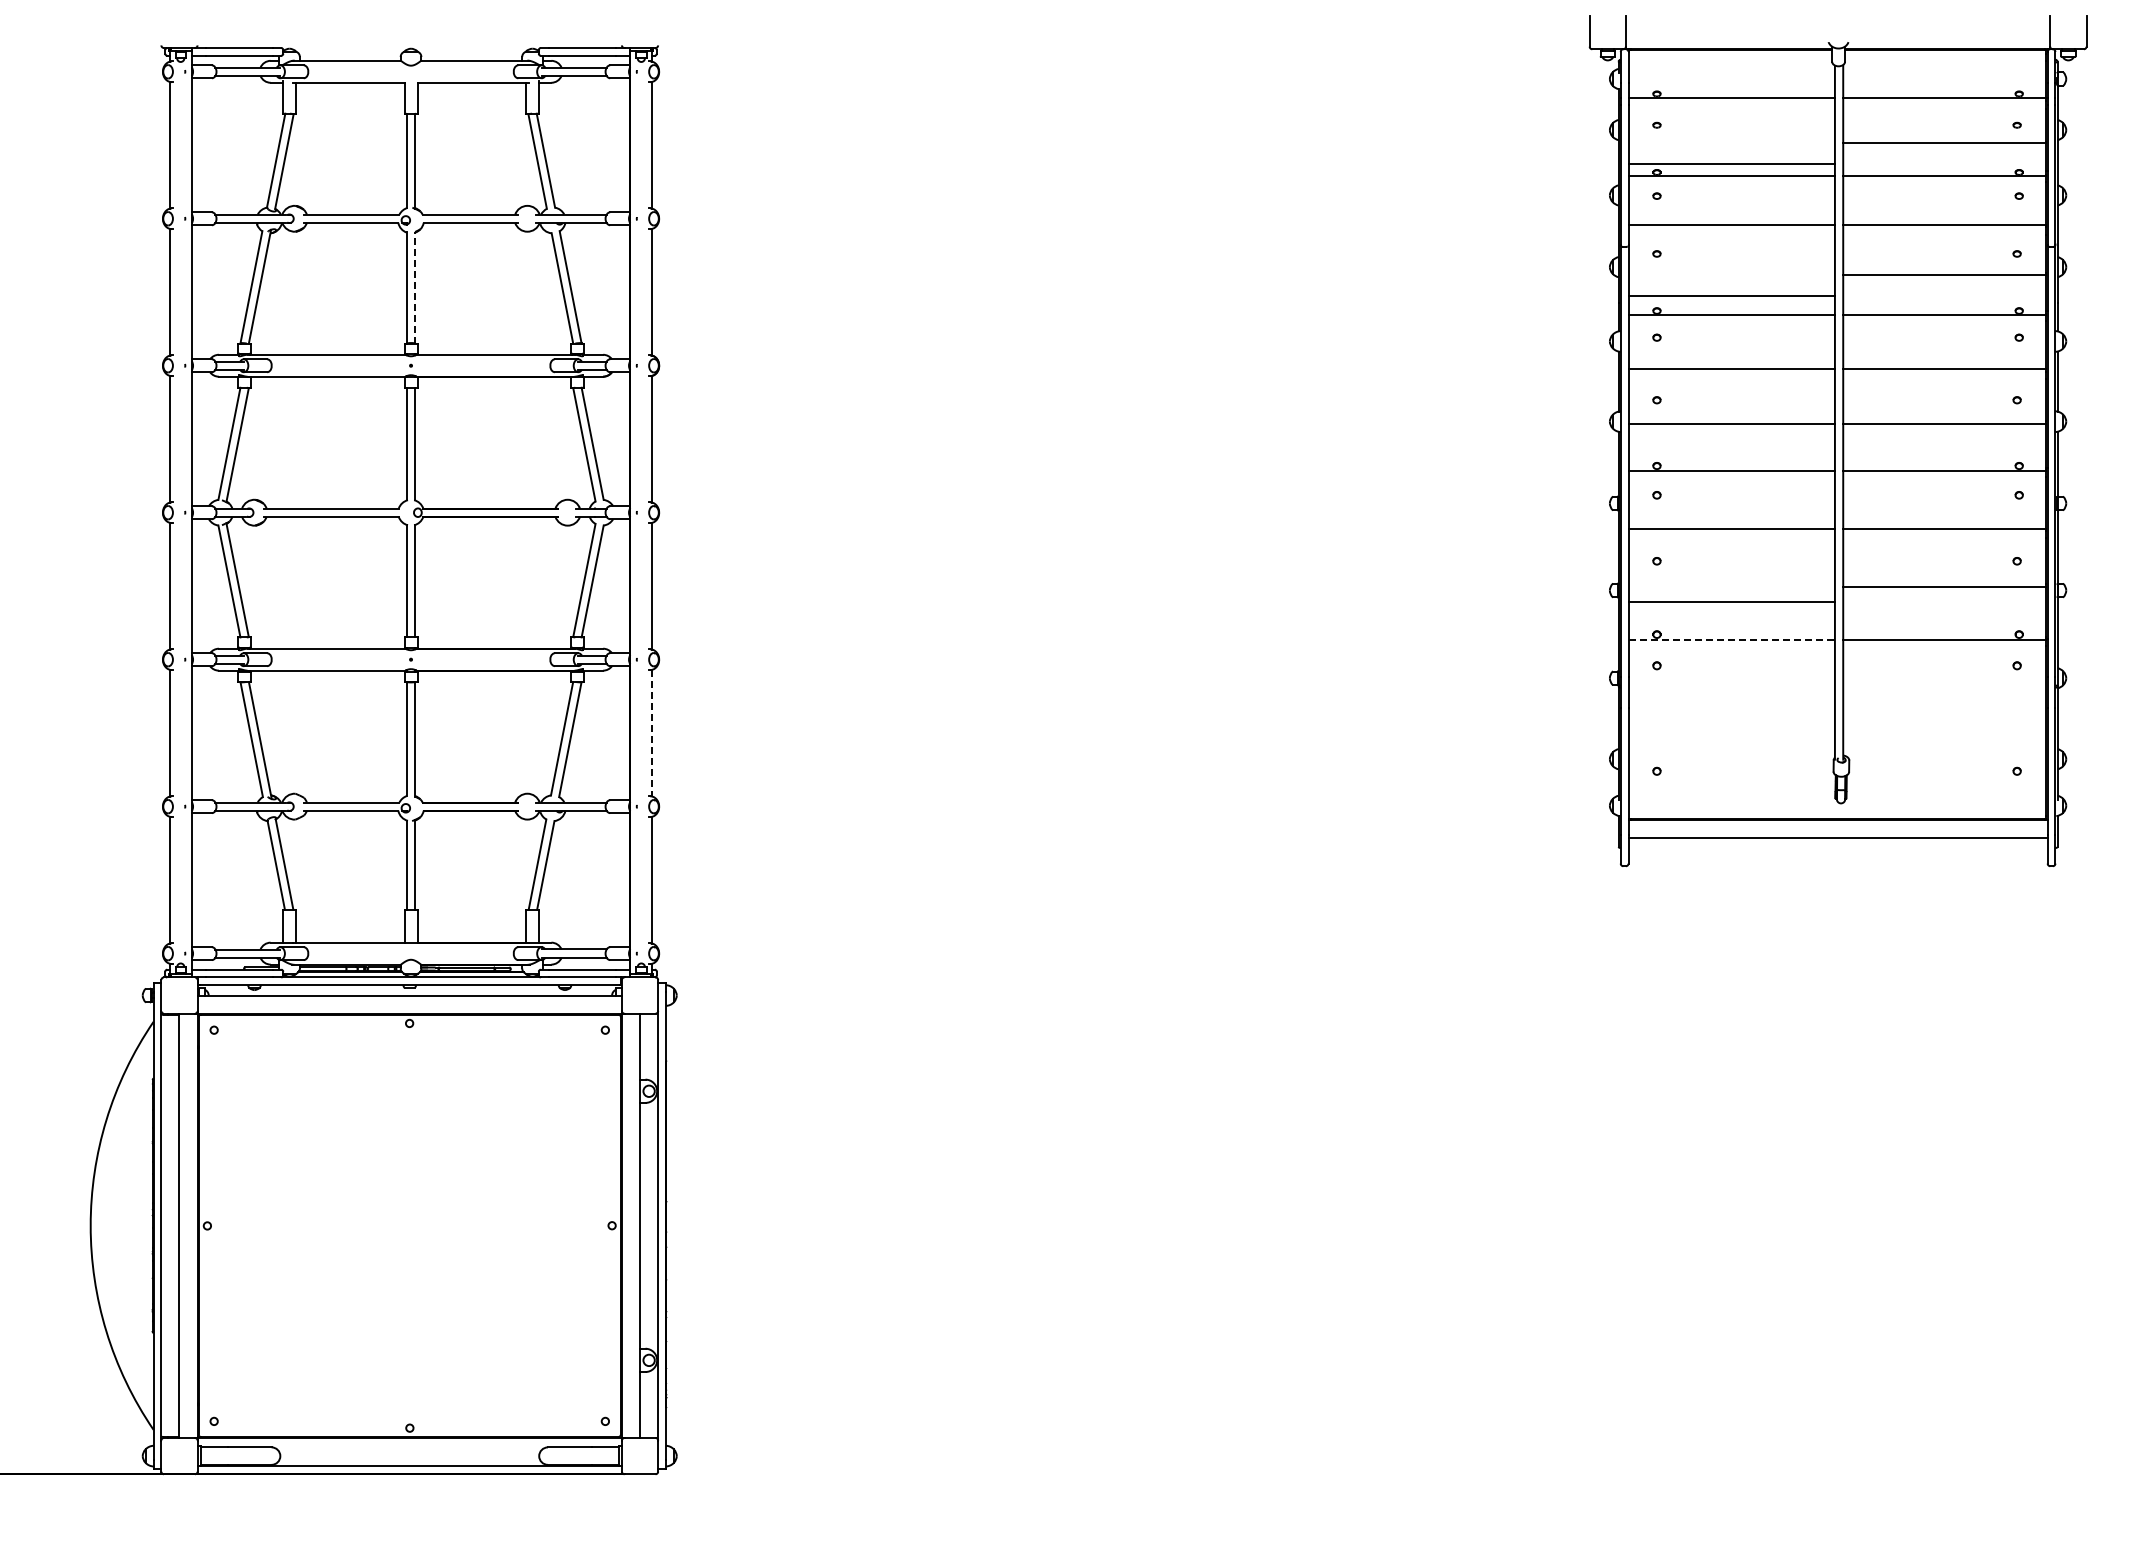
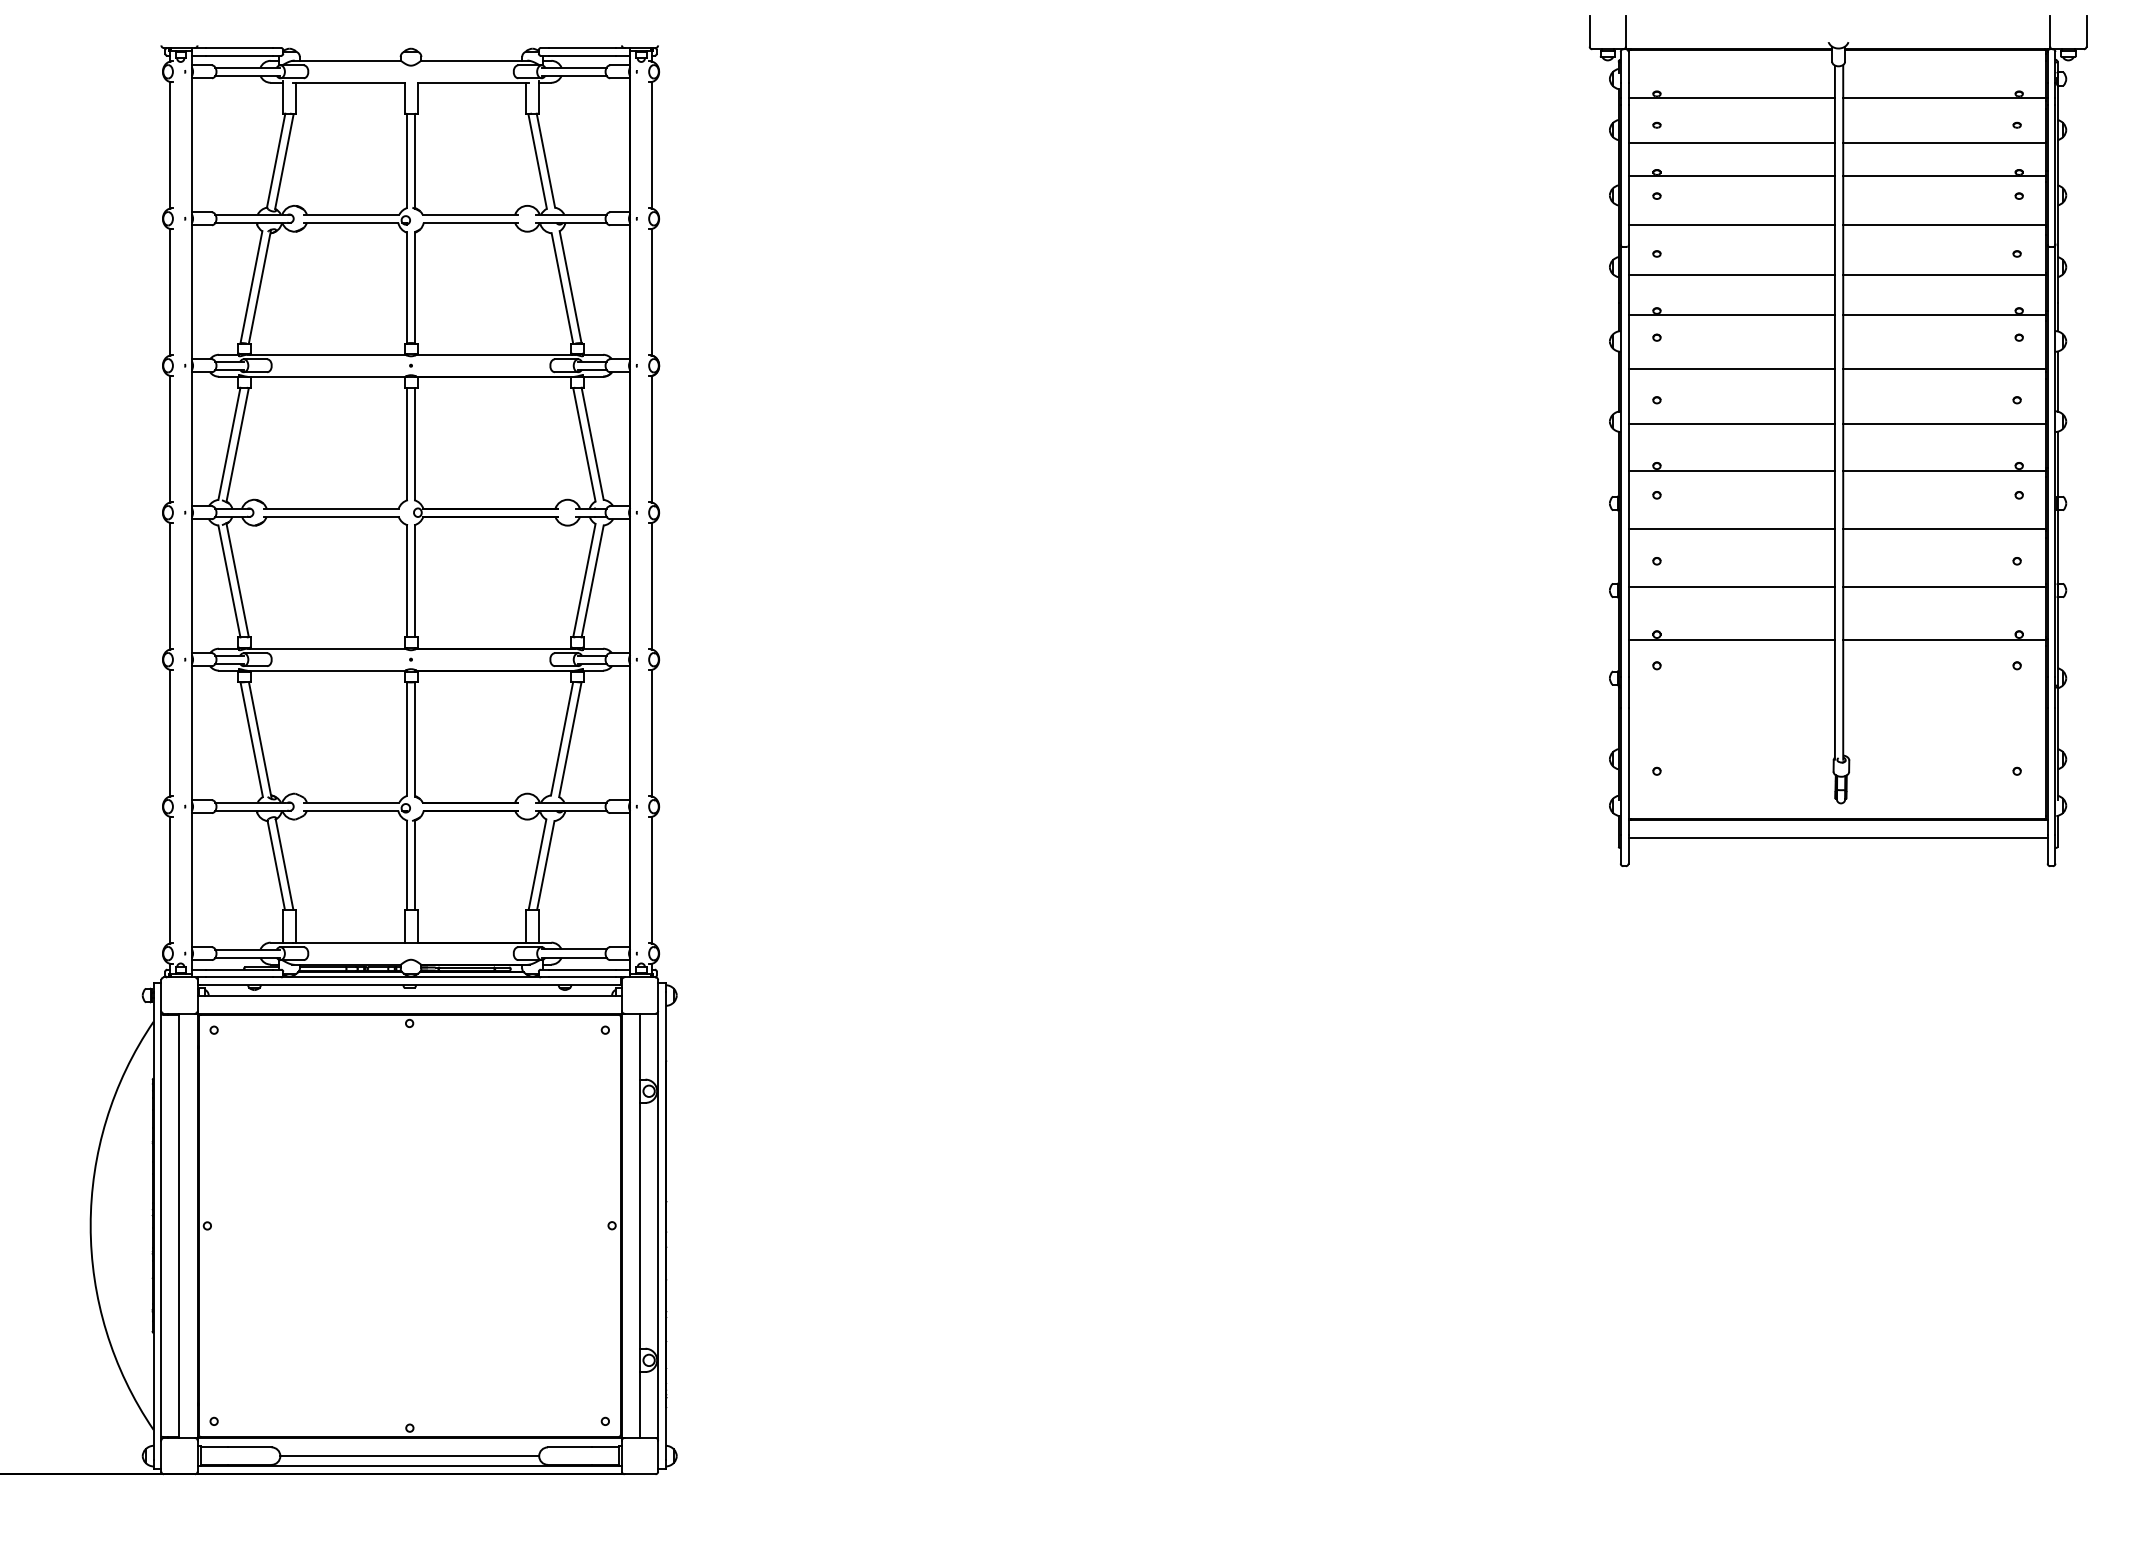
line at (1731, 163) position: (1731, 163) -> (1731, 142)
line at (415, 287): dashed -> solid
line at (1731, 295) position: (1731, 295) -> (1731, 274)
line at (1731, 602) position: (1731, 602) -> (1731, 587)
line at (1732, 640): dashed -> solid
line at (652, 733): dashed -> solid
line at (409, 1456): none -> present
